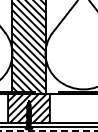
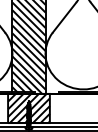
line at (48, 131): dashed -> solid
